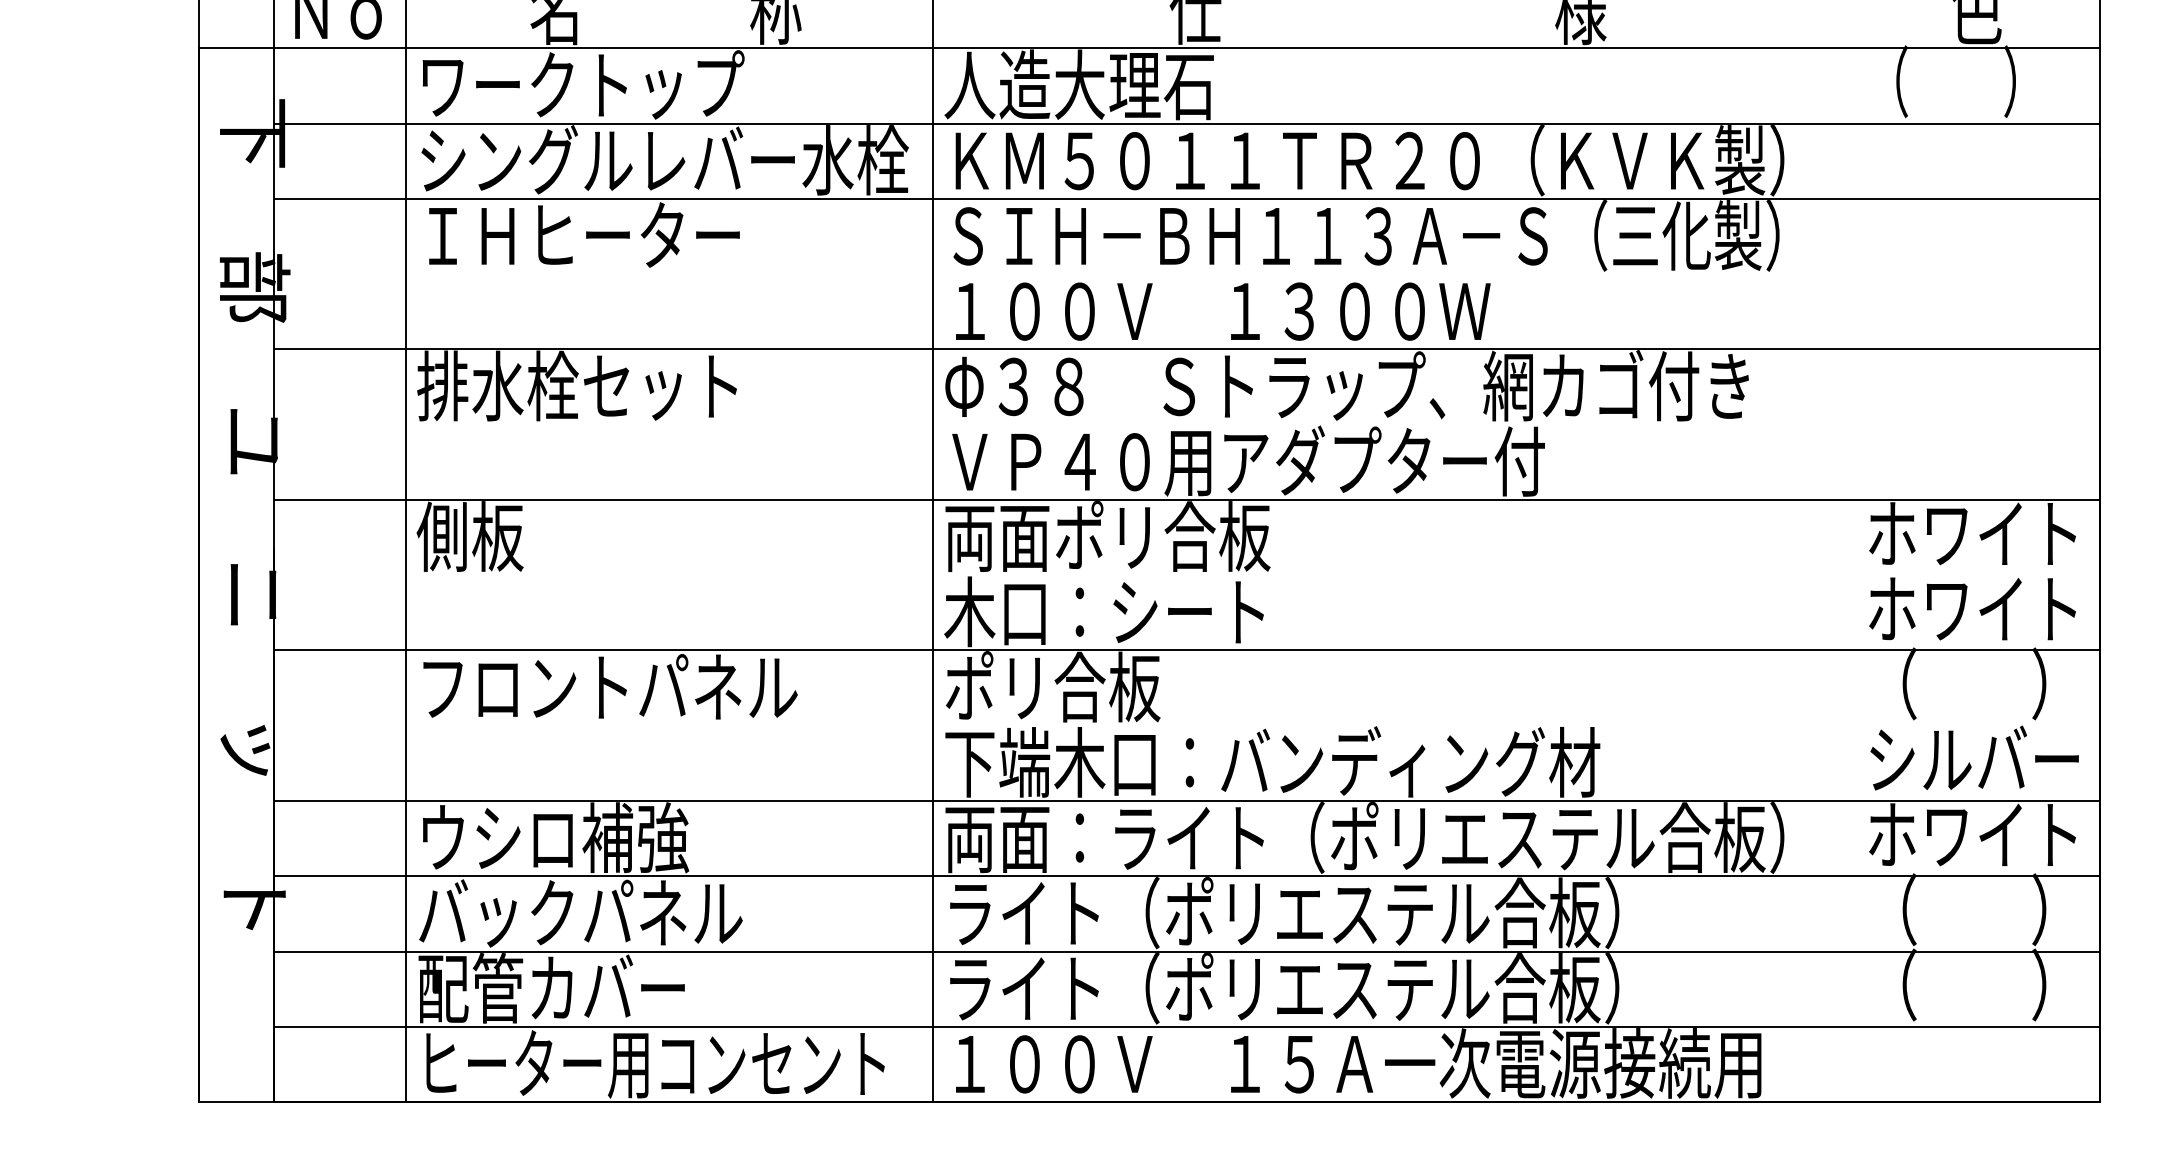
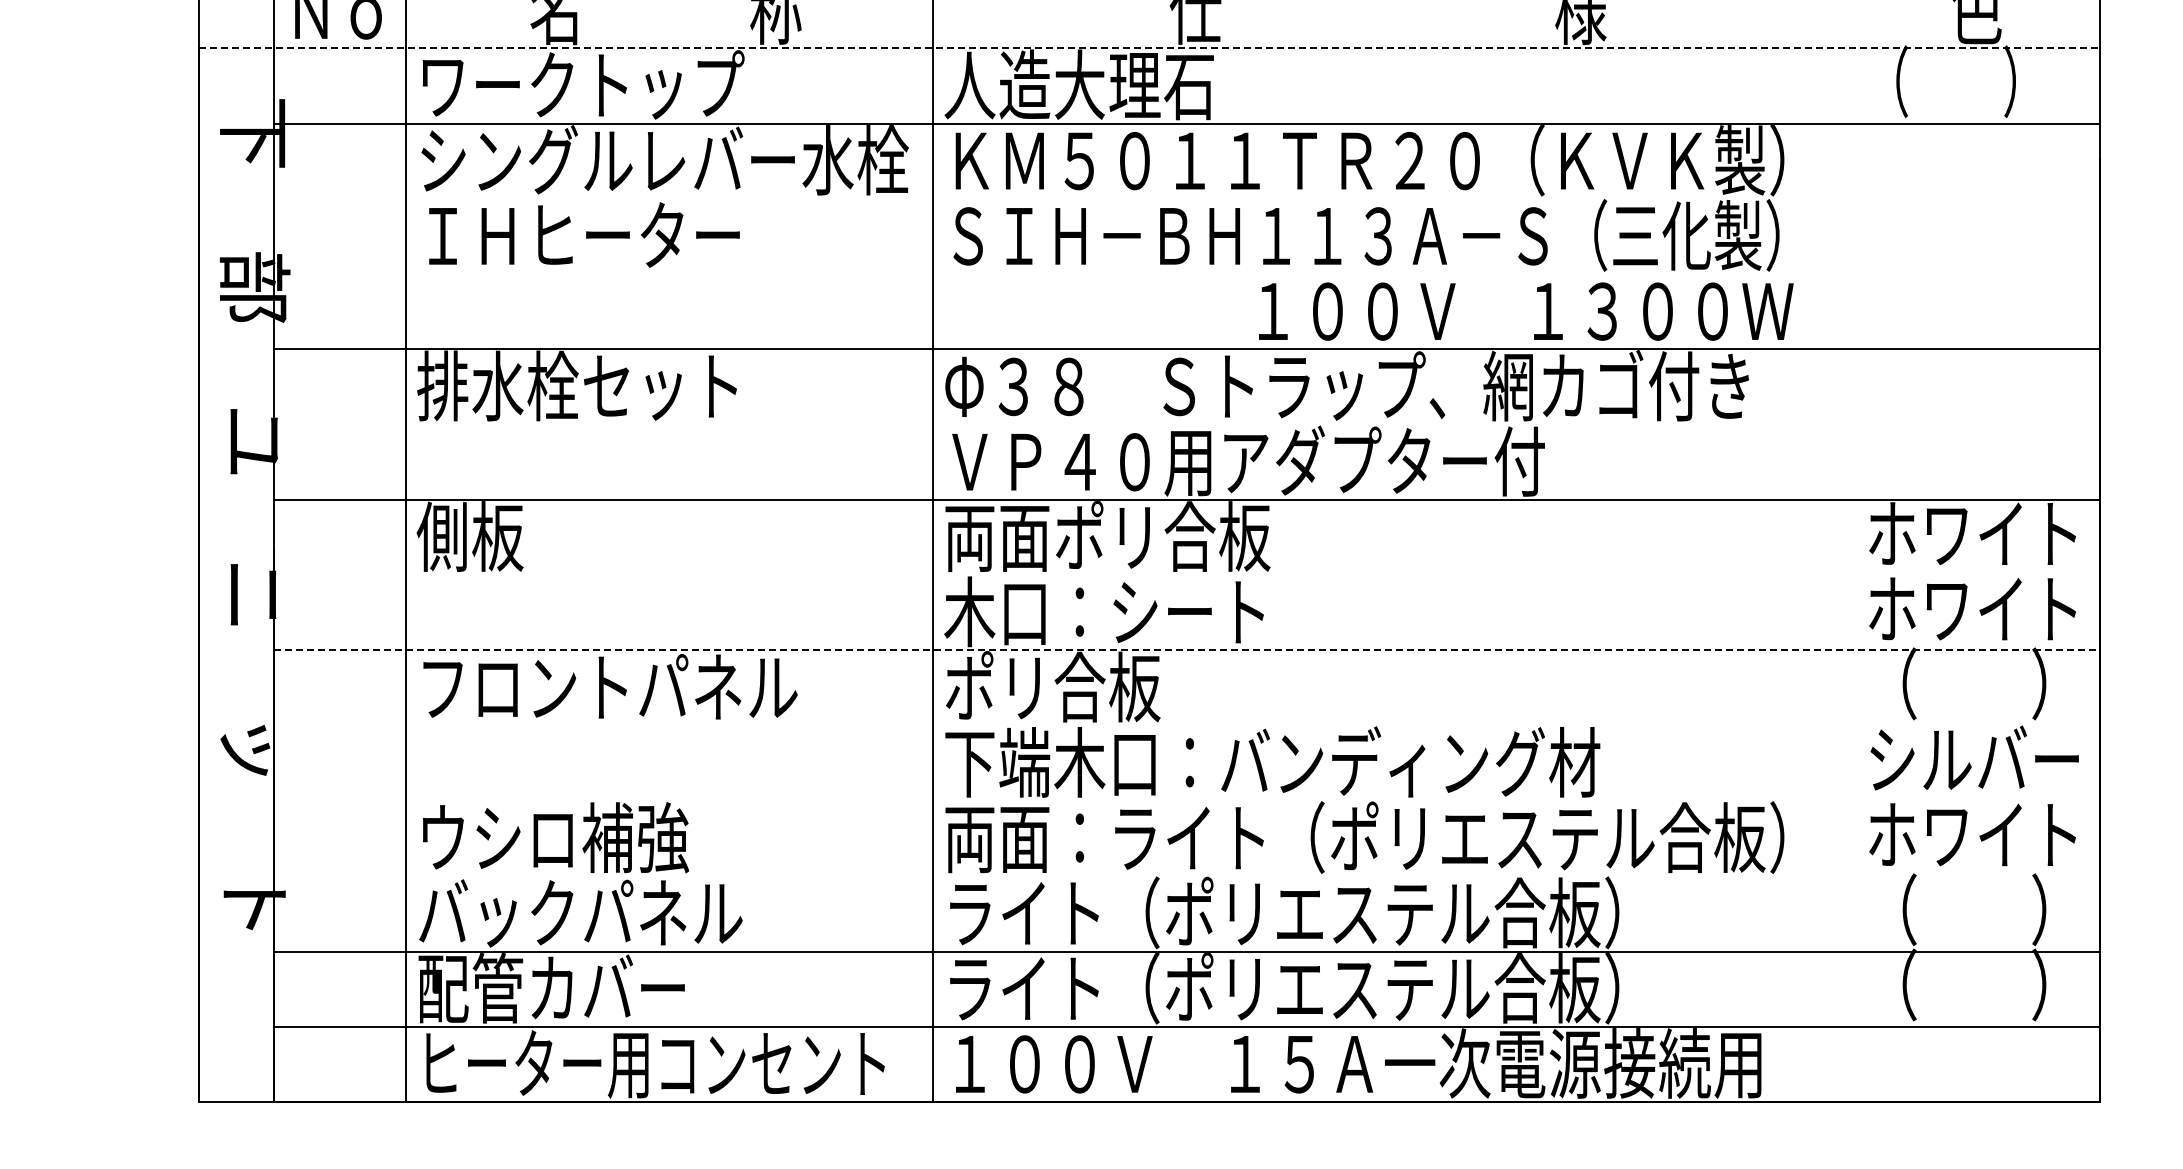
line at (1149, 48): solid -> dashed
line at (1186, 198): present -> none
text at (1223, 311) position: (1223, 311) -> (1526, 311)
line at (1187, 650): solid -> dashed
line at (1186, 801): present -> none
line at (1186, 876): present -> none
